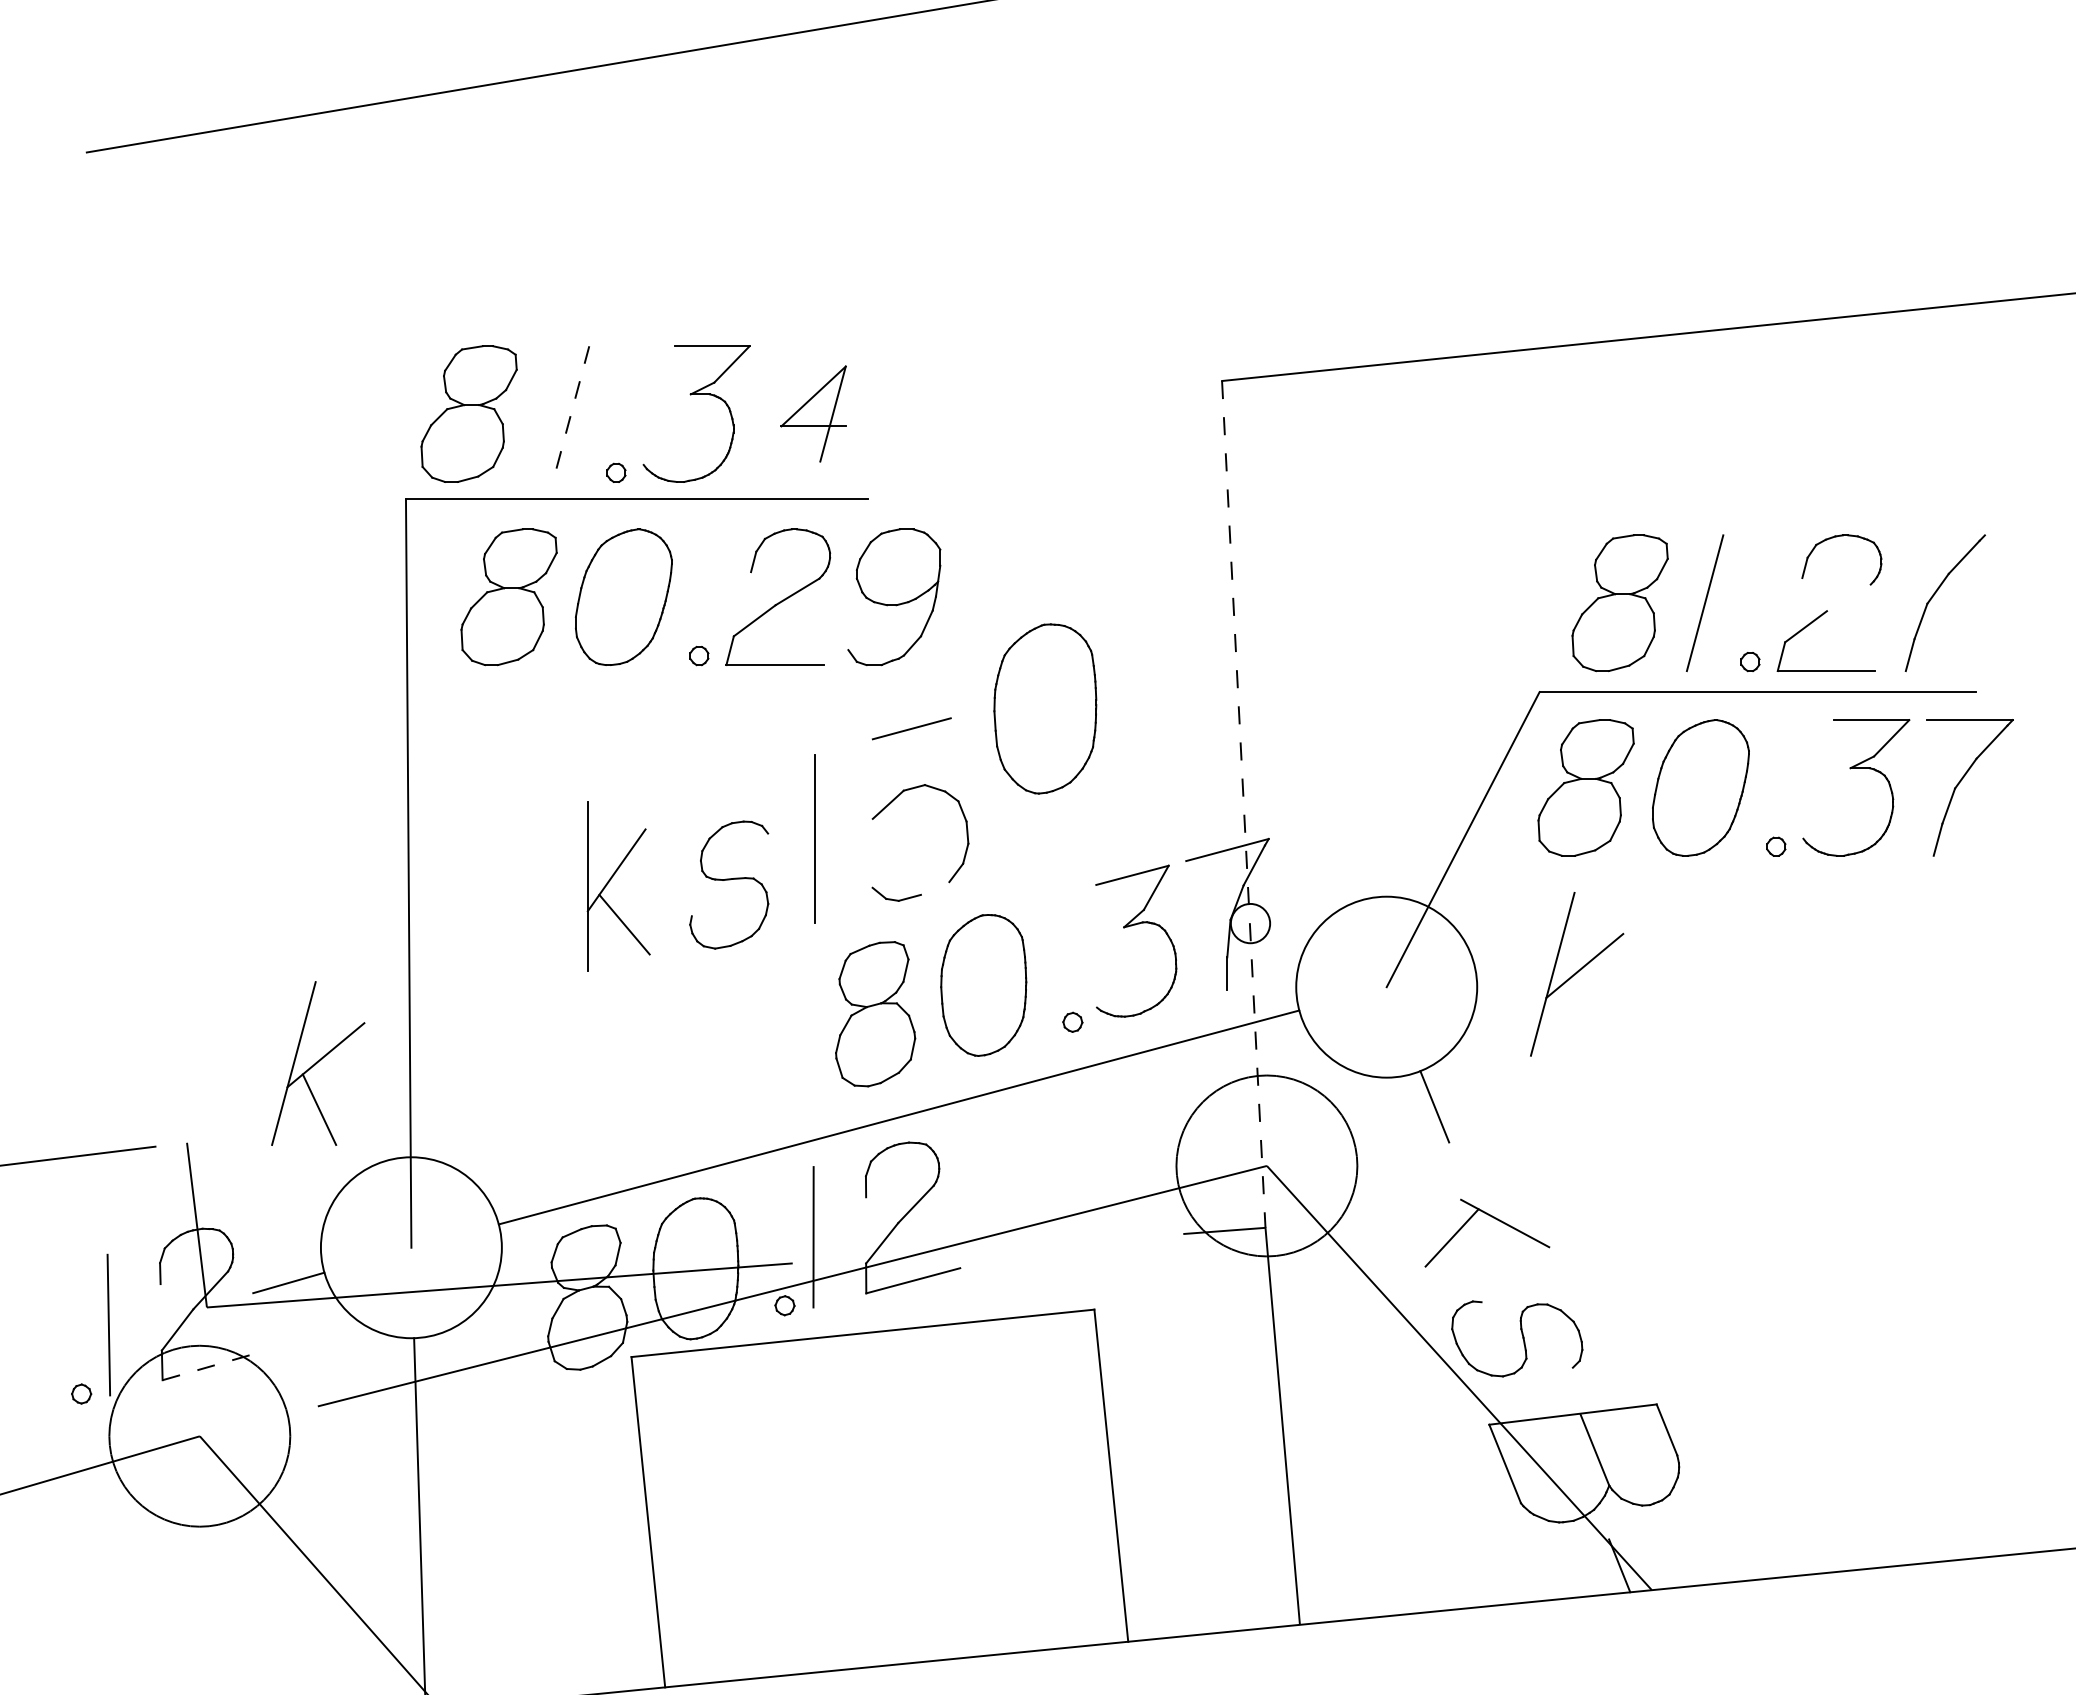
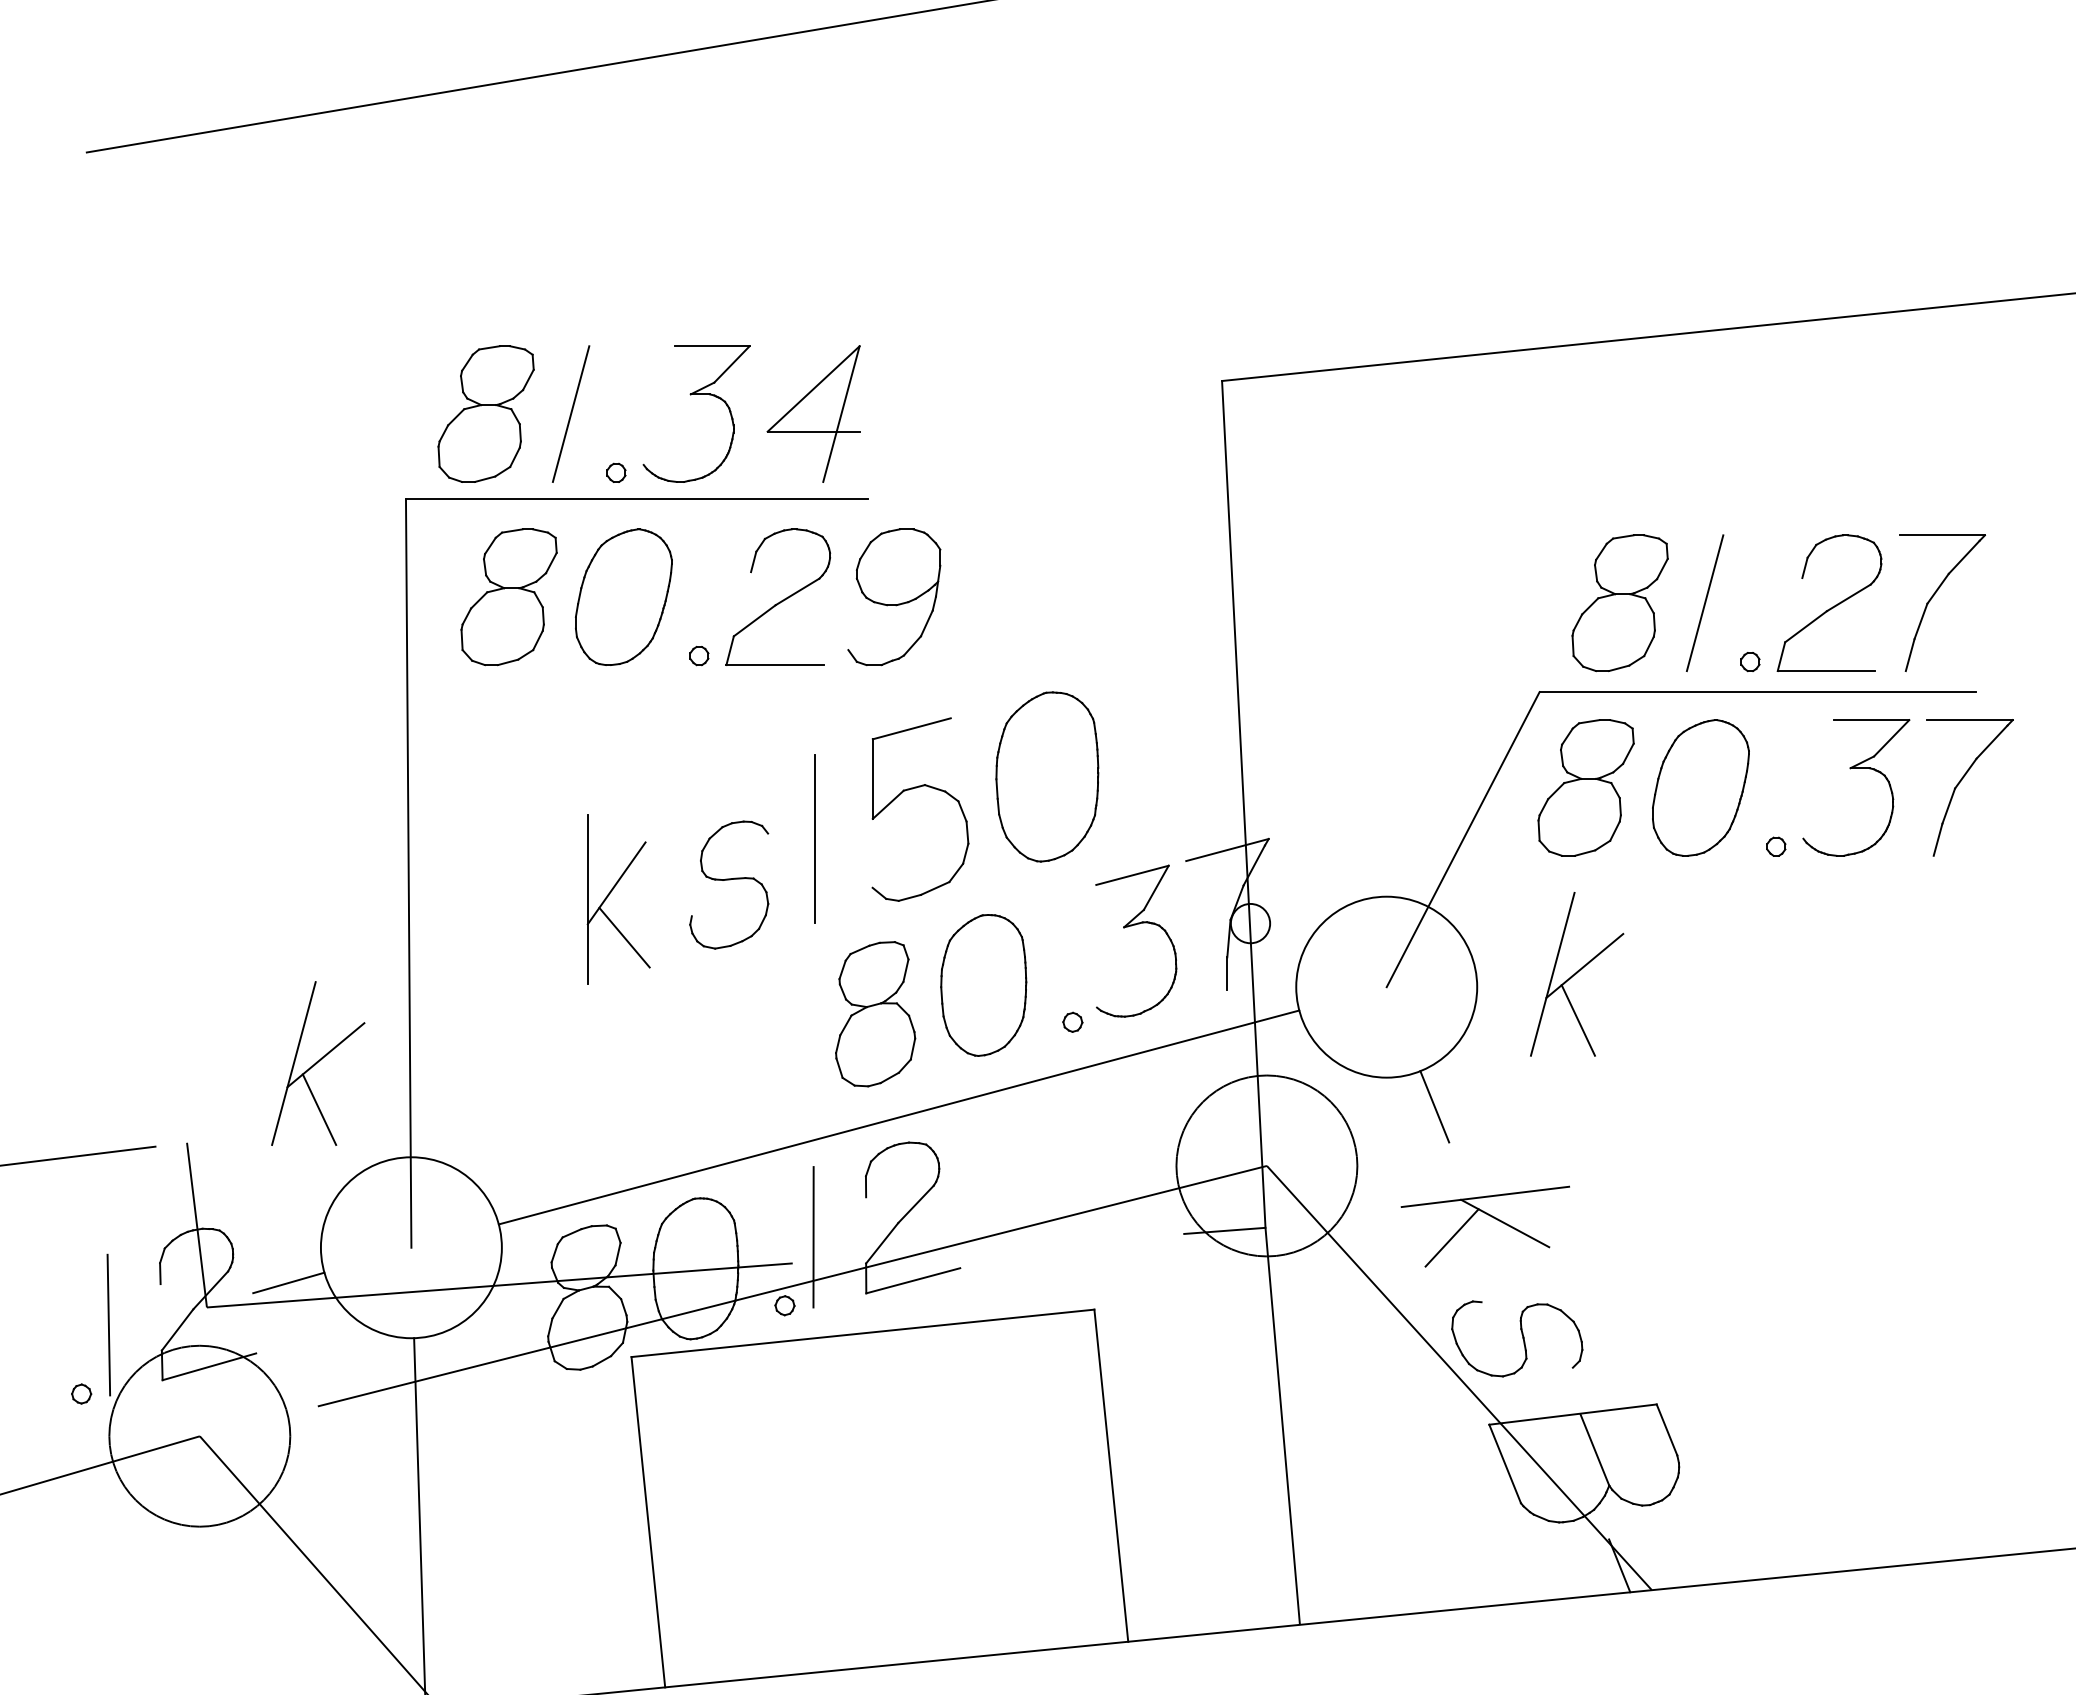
part at (468, 413) position: (468, 413) -> (485, 413)
part at (813, 413) size: 67x98 px -> 95x138 px
line at (570, 414): dashed -> solid
line at (1941, 535): none -> present
line at (1848, 597): none -> present
part at (1045, 708) position: (1045, 708) -> (1047, 776)
line at (872, 778): none -> present
line at (1243, 804): dashed -> solid
part at (609, 882) position: (609, 882) -> (609, 895)
line at (934, 888): none -> present
line at (1578, 1020): none -> present
line at (1485, 1196): none -> present
line at (209, 1366): dashed -> solid
